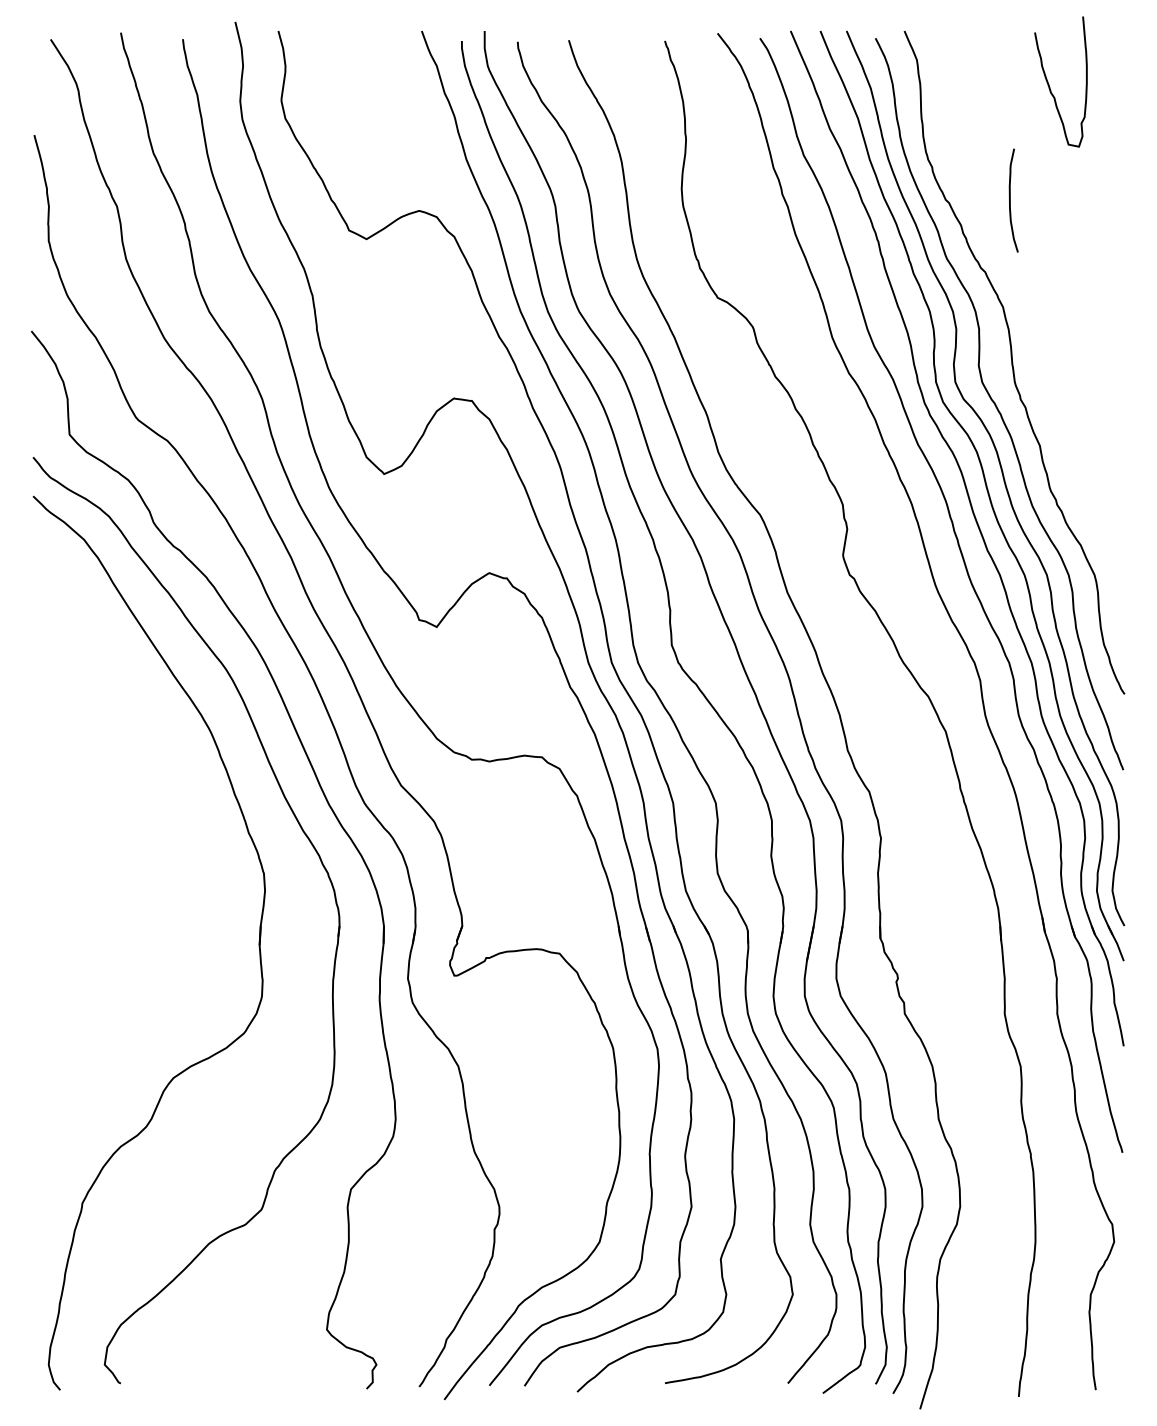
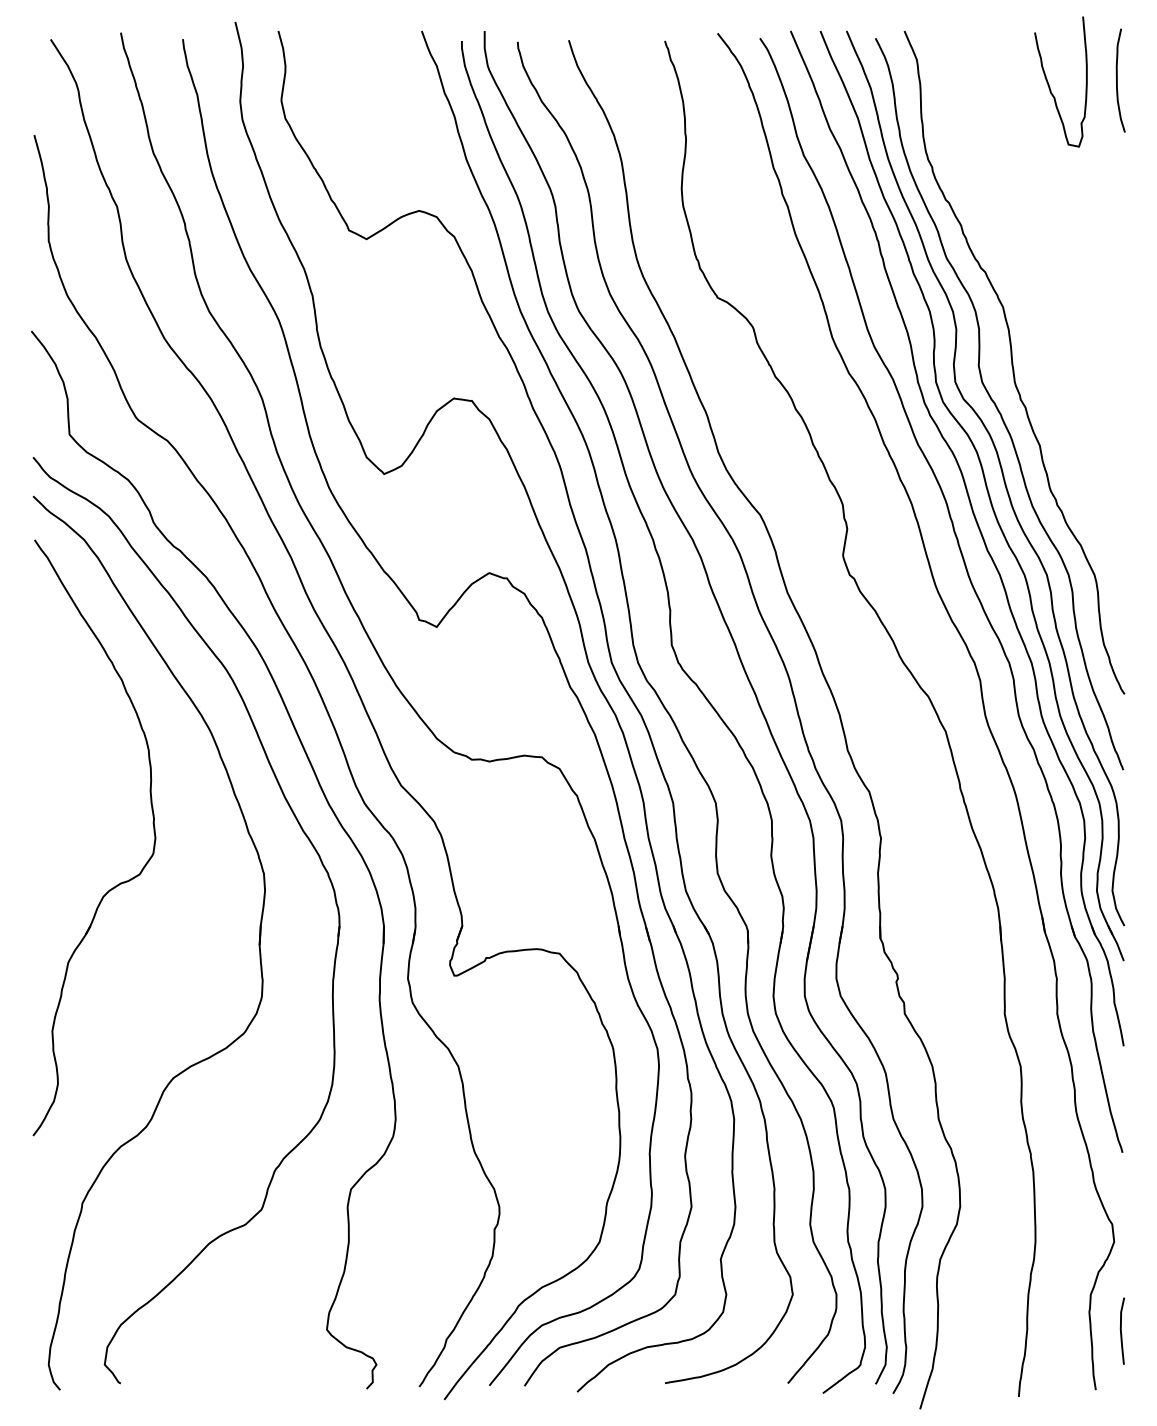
curve at (1010, 200) position: (1010, 200) -> (1117, 80)
part at (118, 883): none -> present
line at (1121, 1330): none -> present
